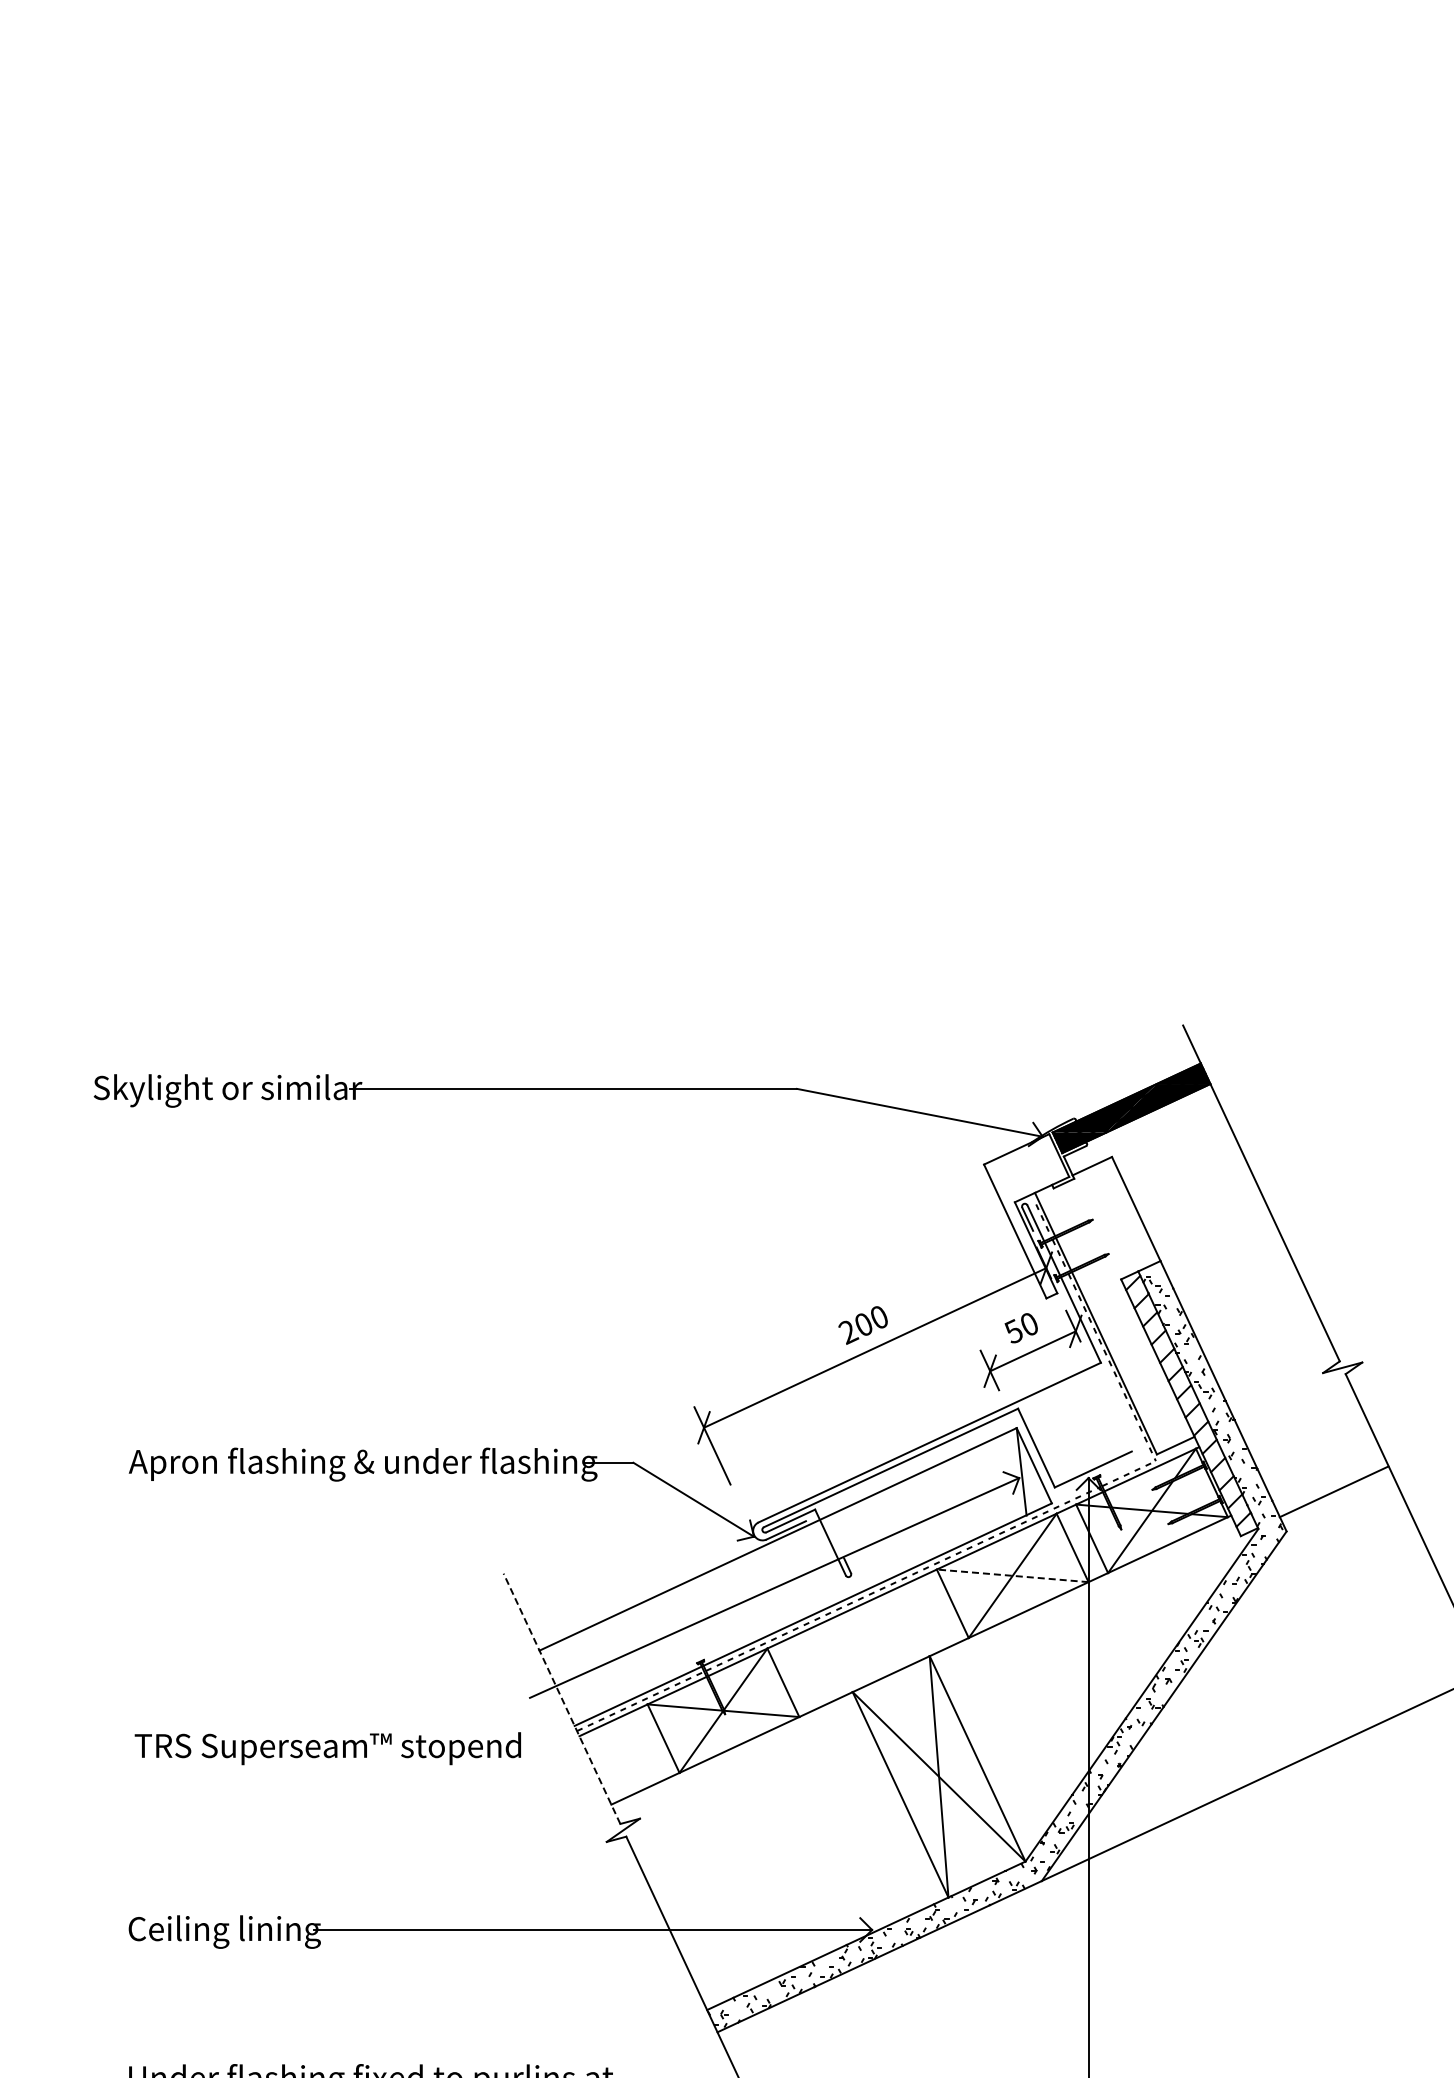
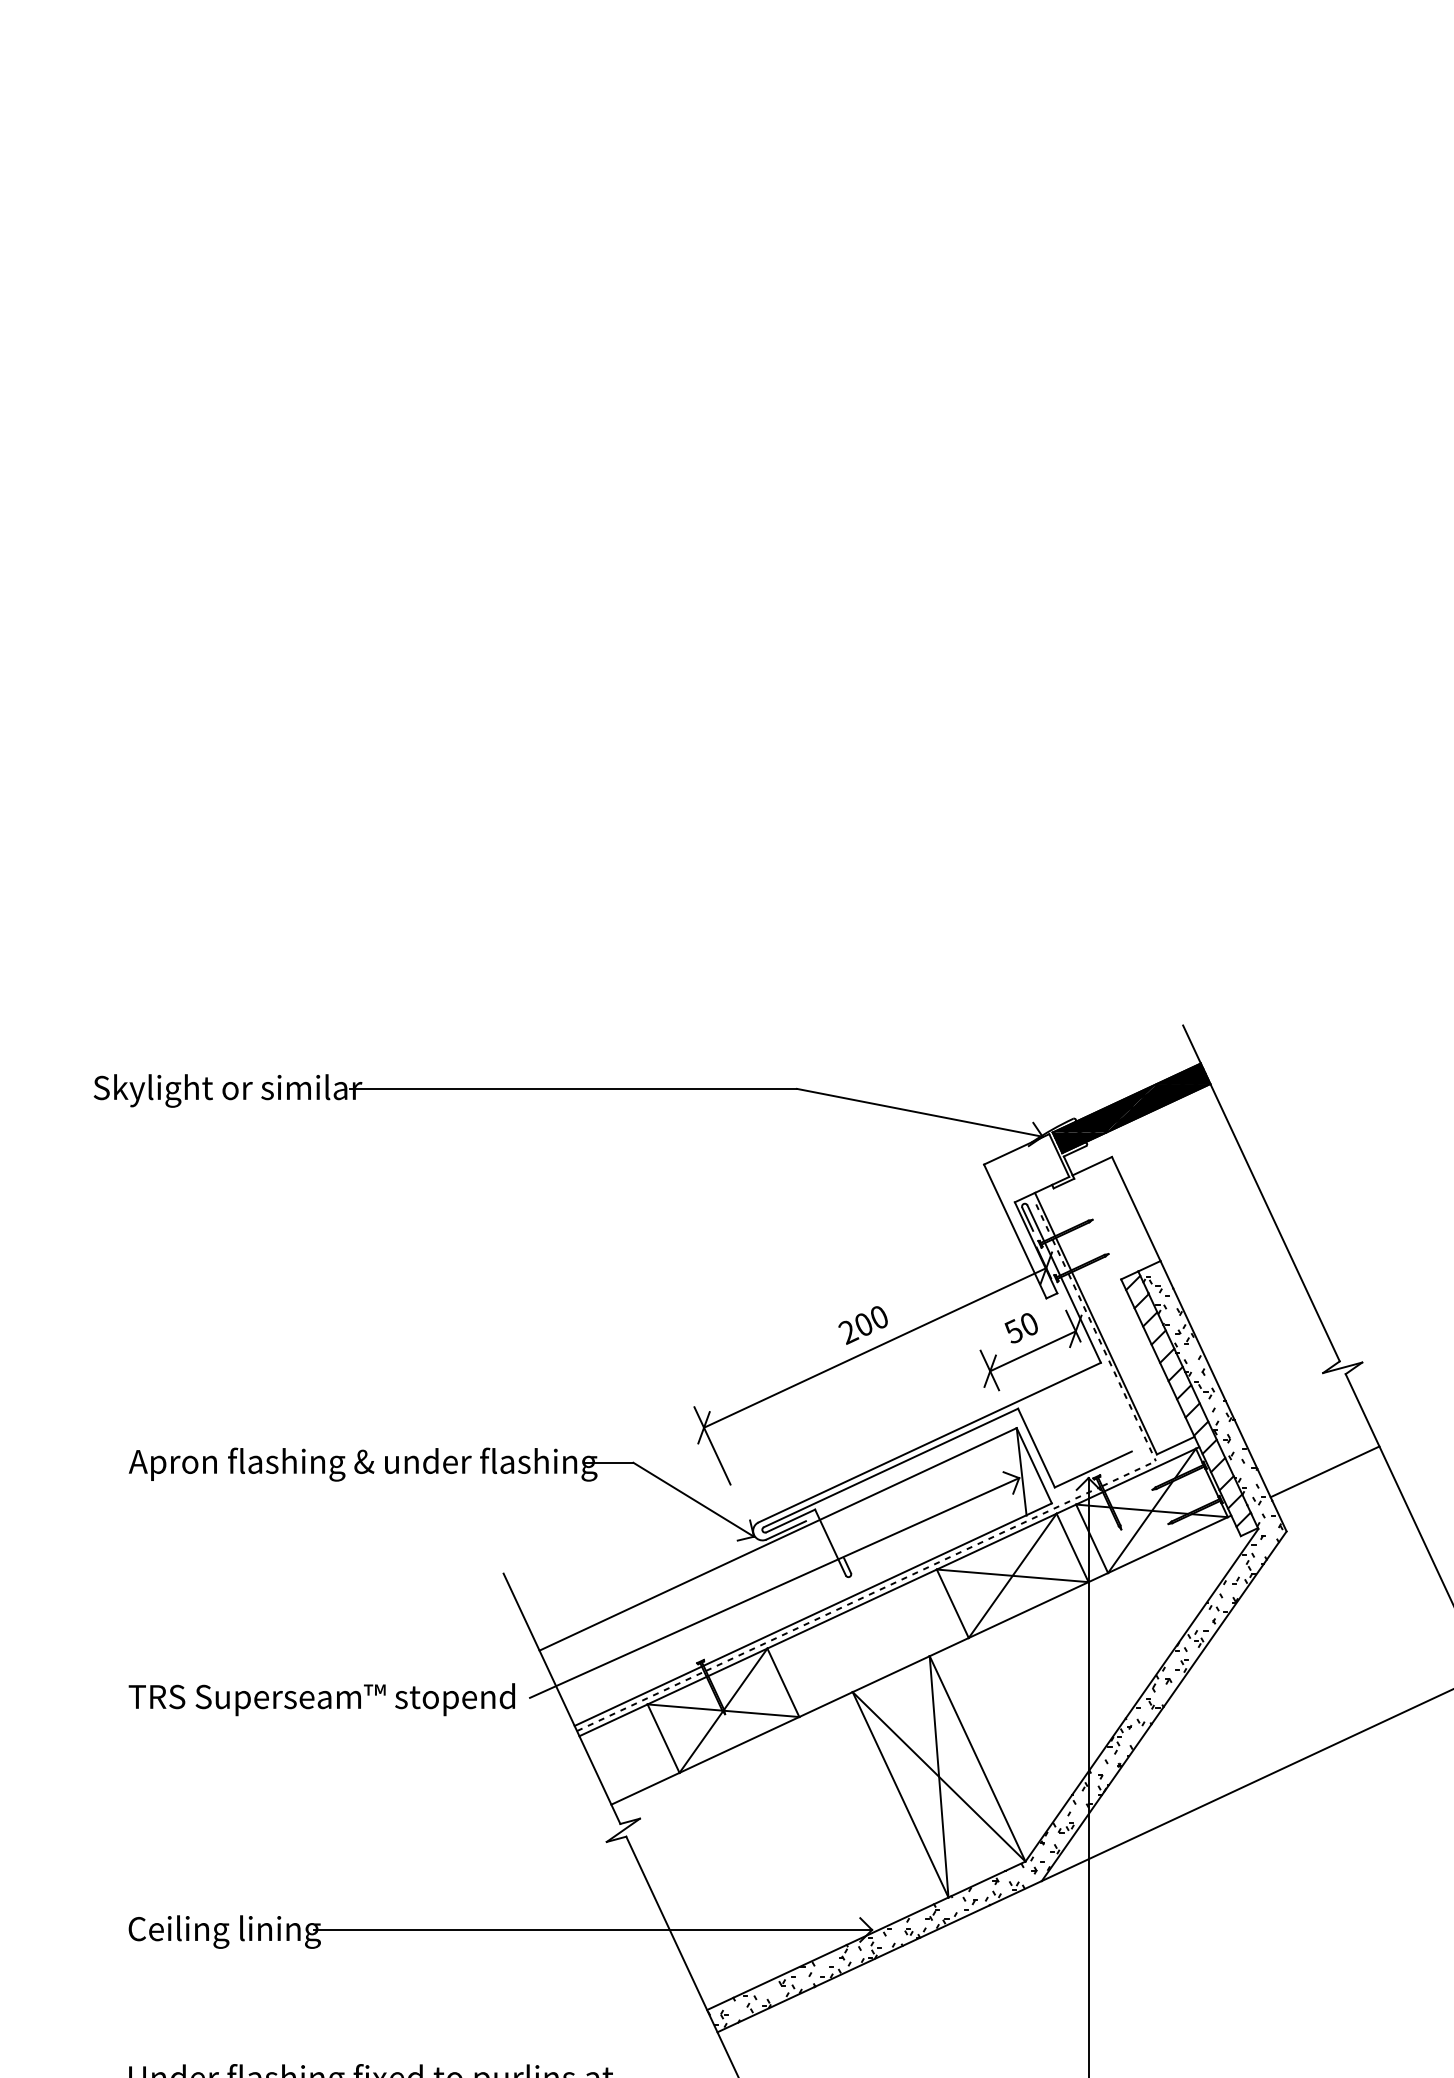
line at (1333, 1491) position: (1333, 1491) -> (1324, 1471)
line at (1012, 1575): dashed -> solid
line at (561, 1698): dashed -> solid
text at (327, 1748) position: (327, 1748) -> (321, 1699)
